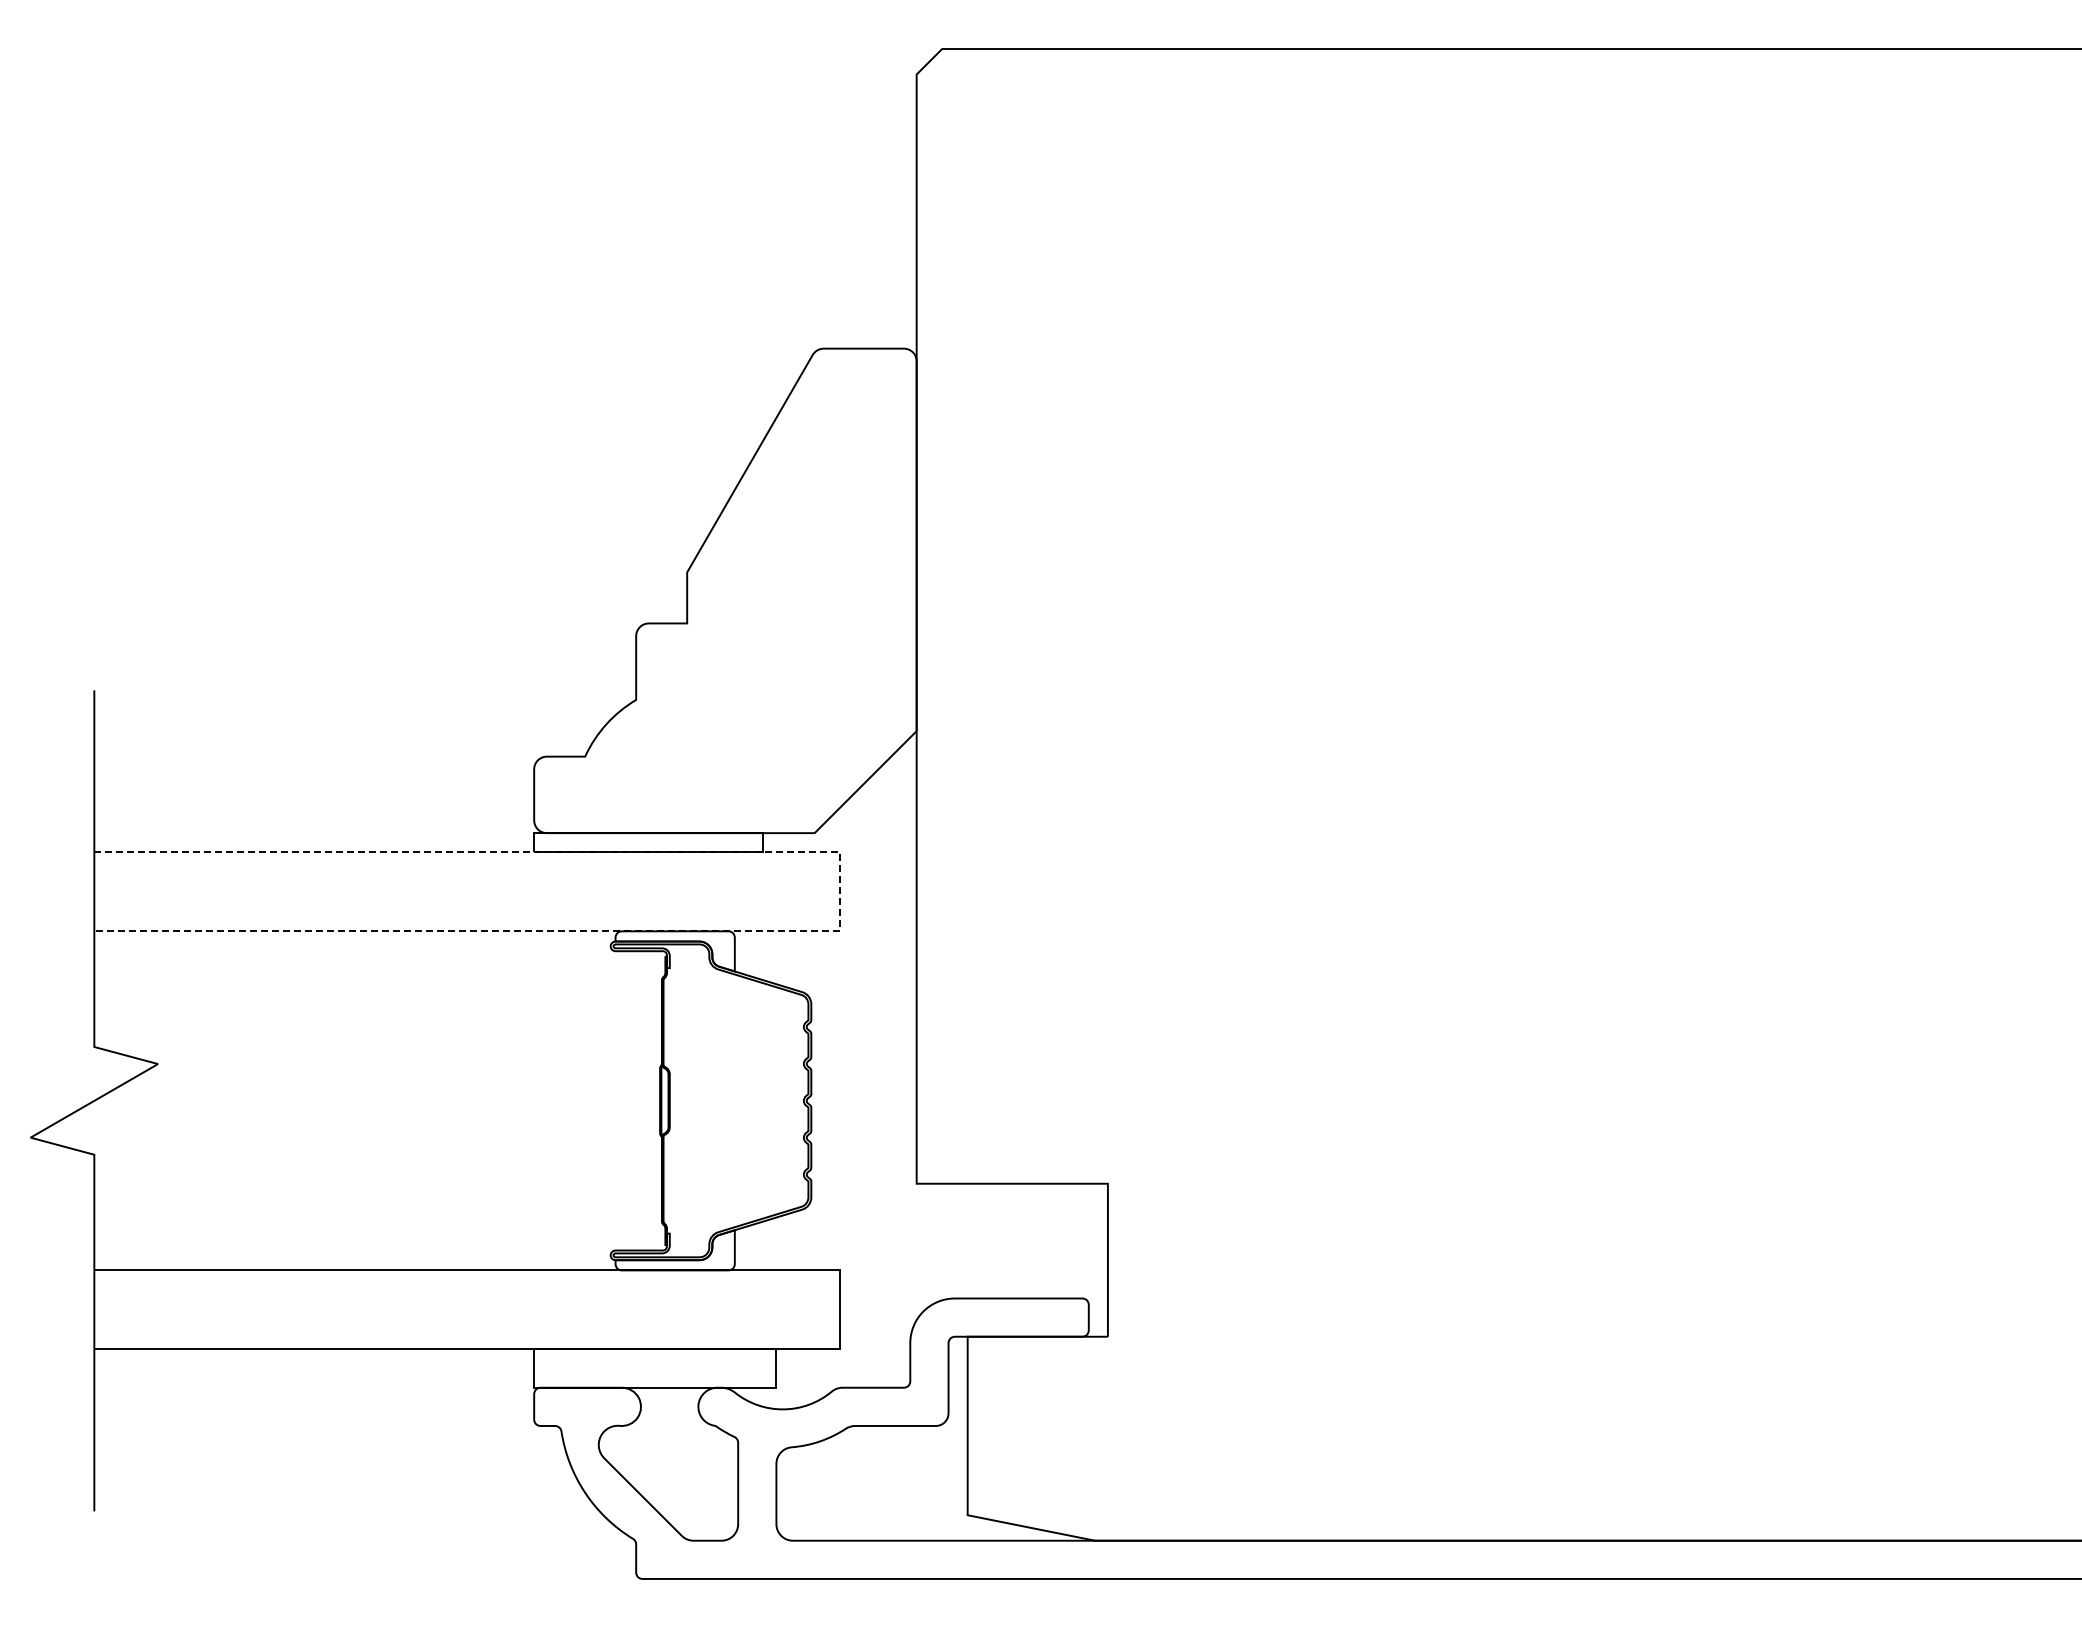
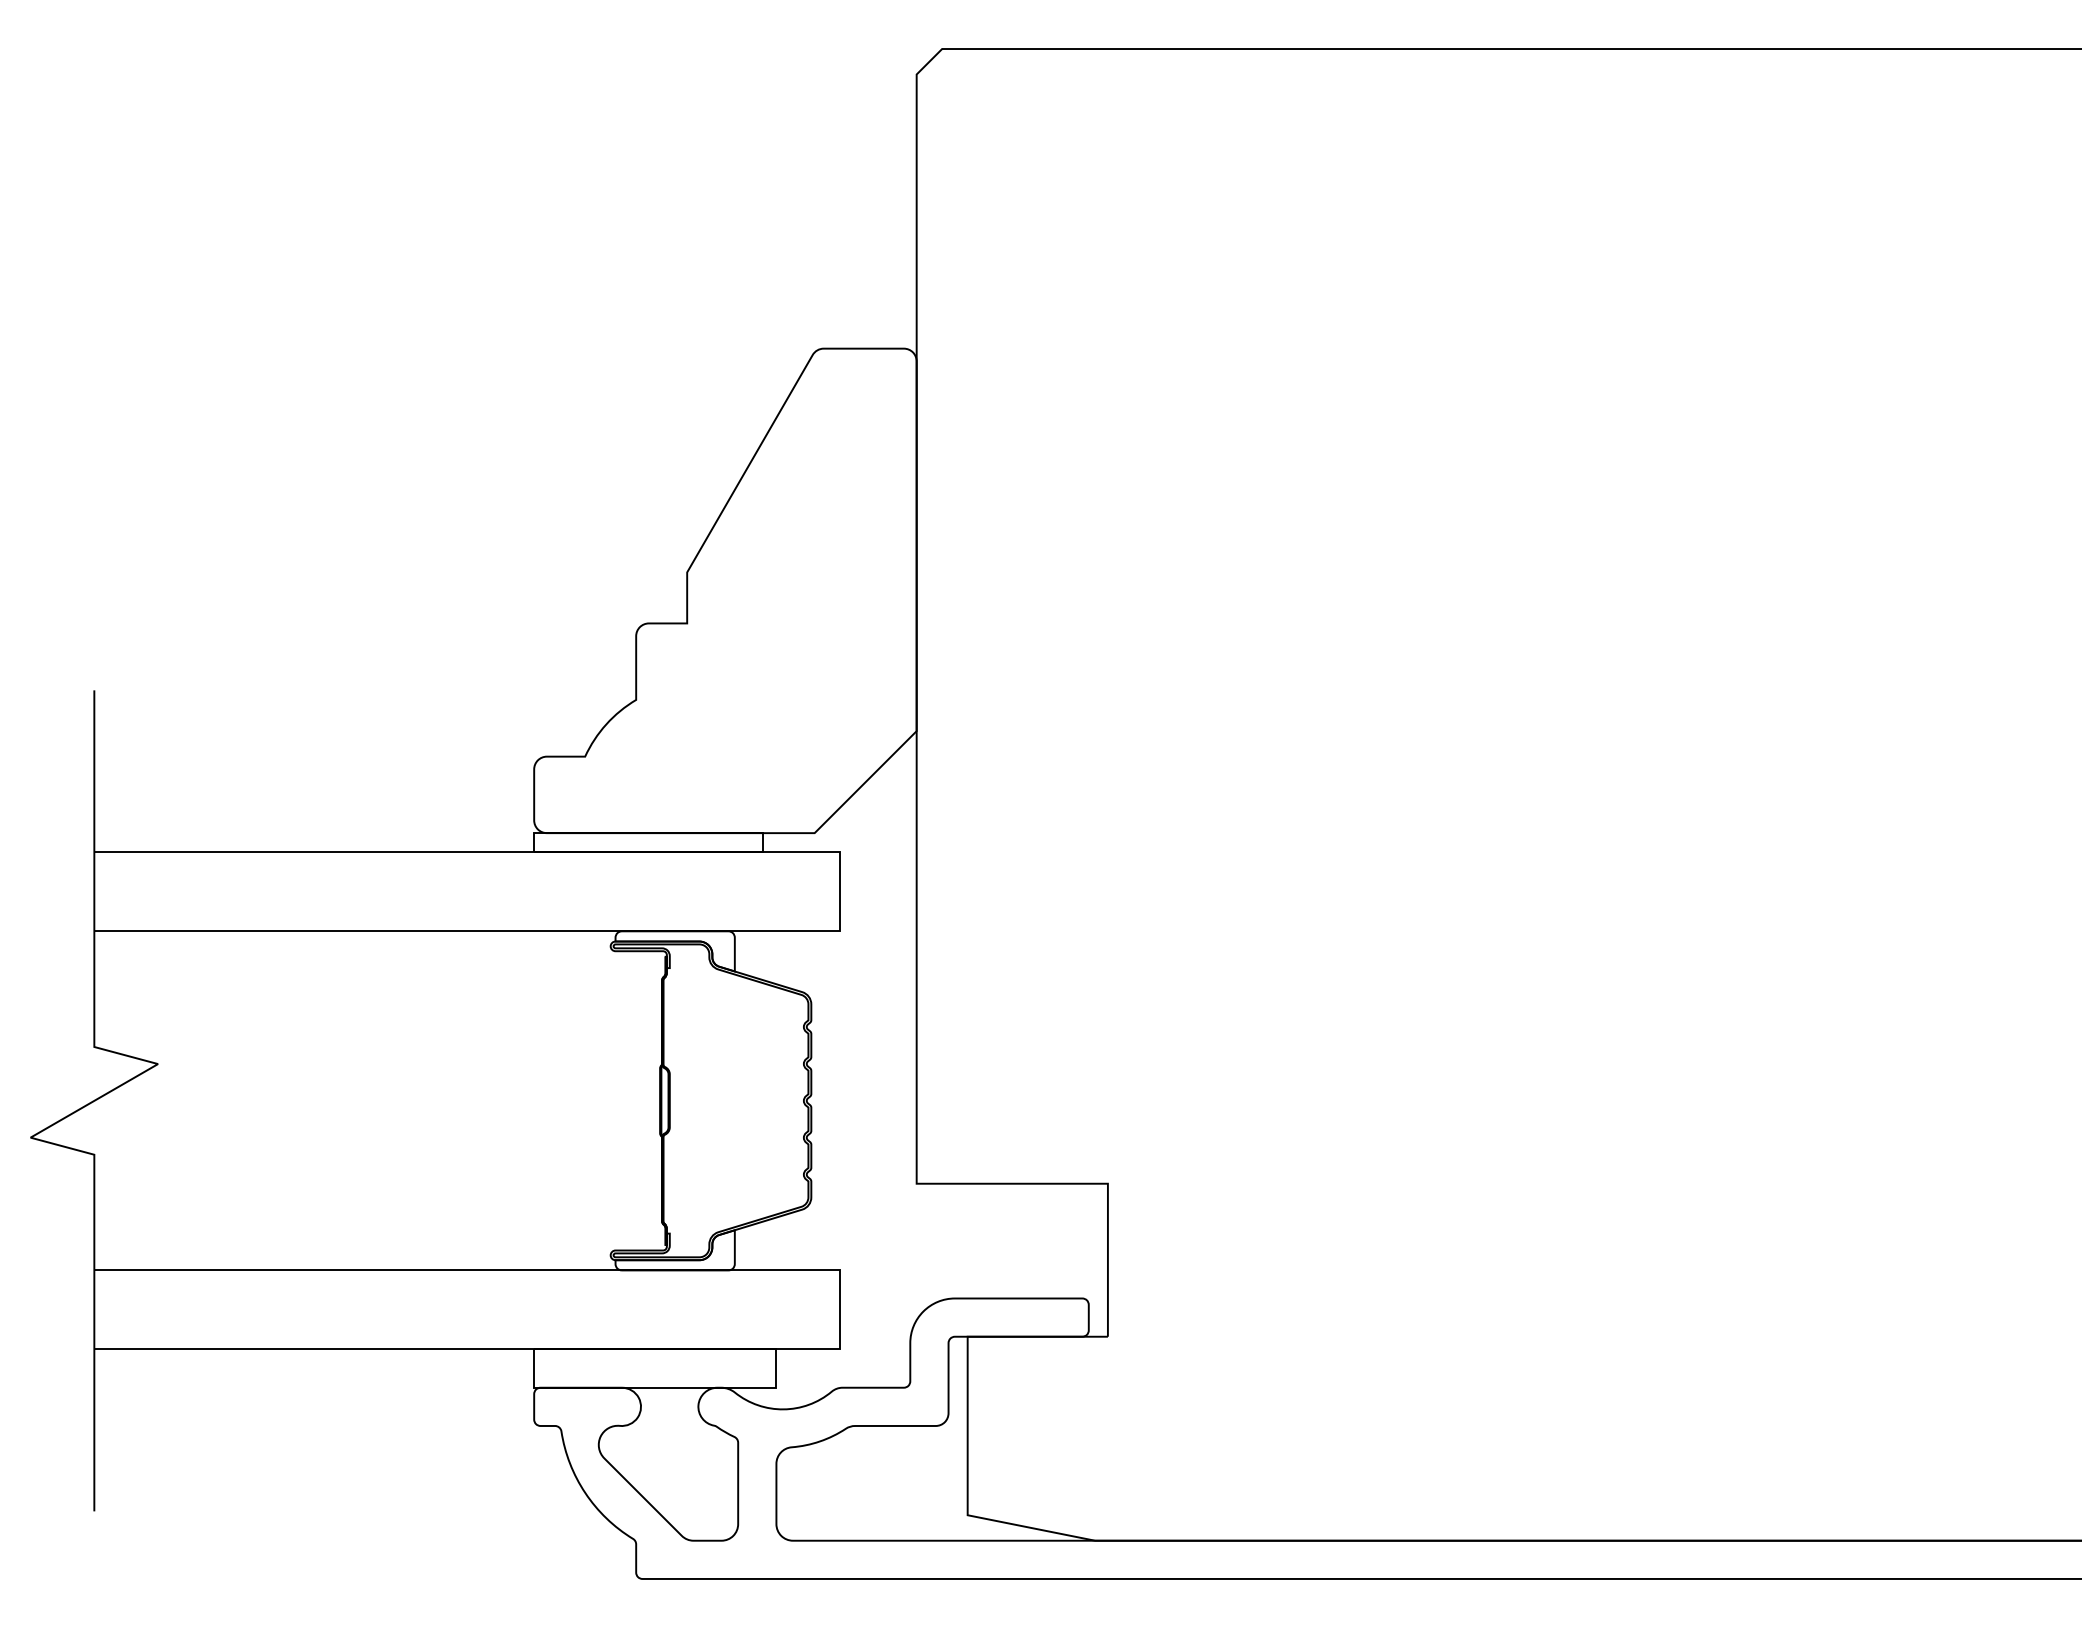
line at (840, 891): dashed -> solid
